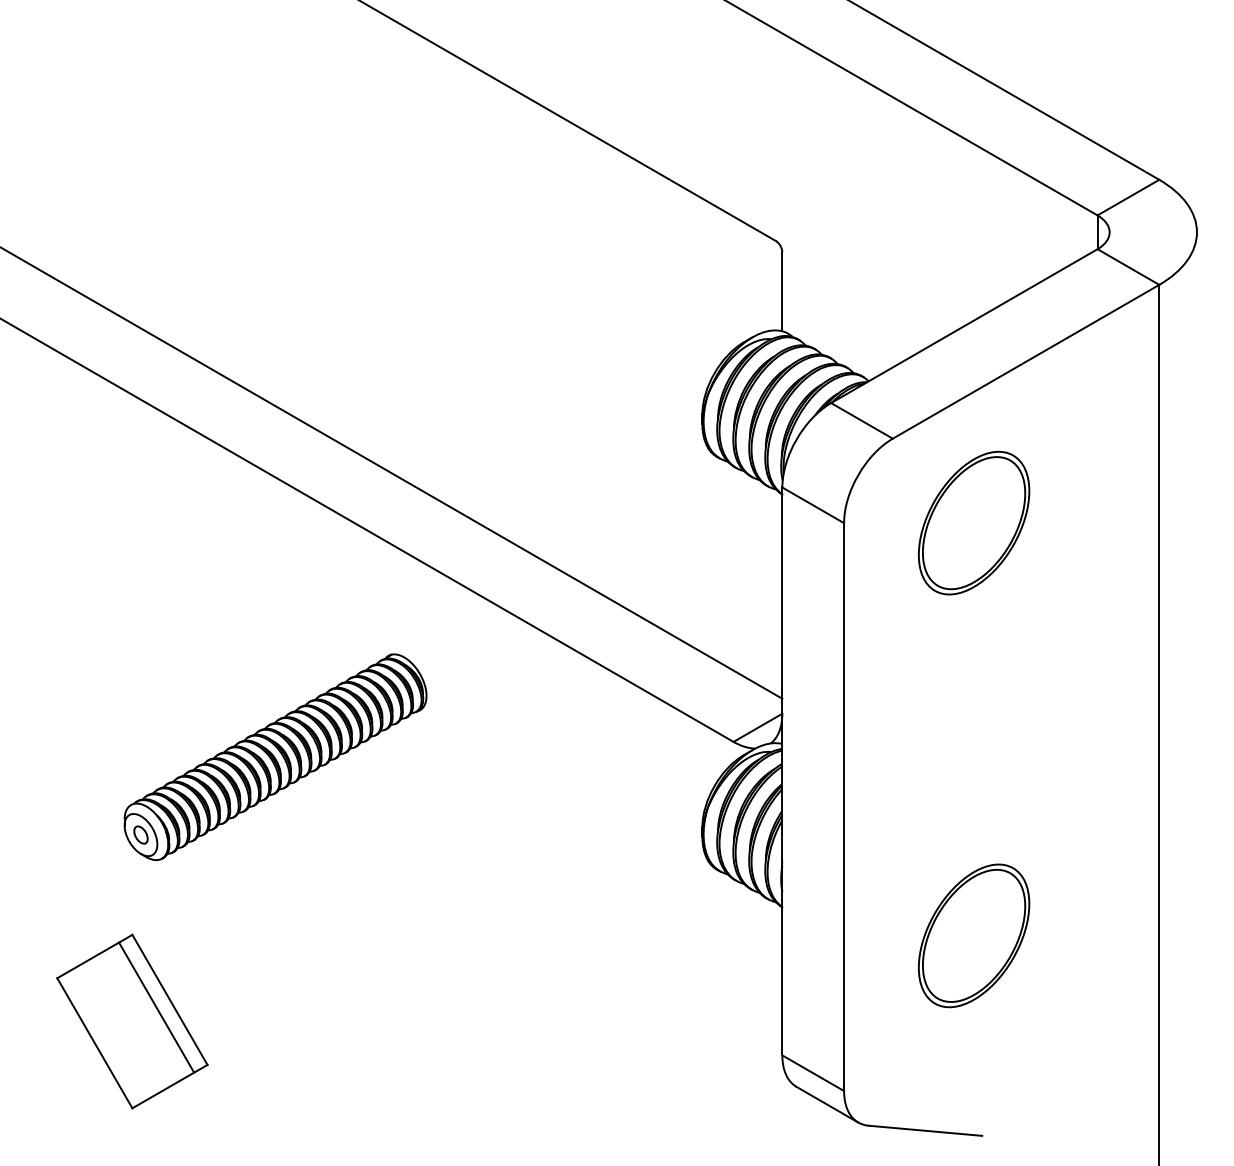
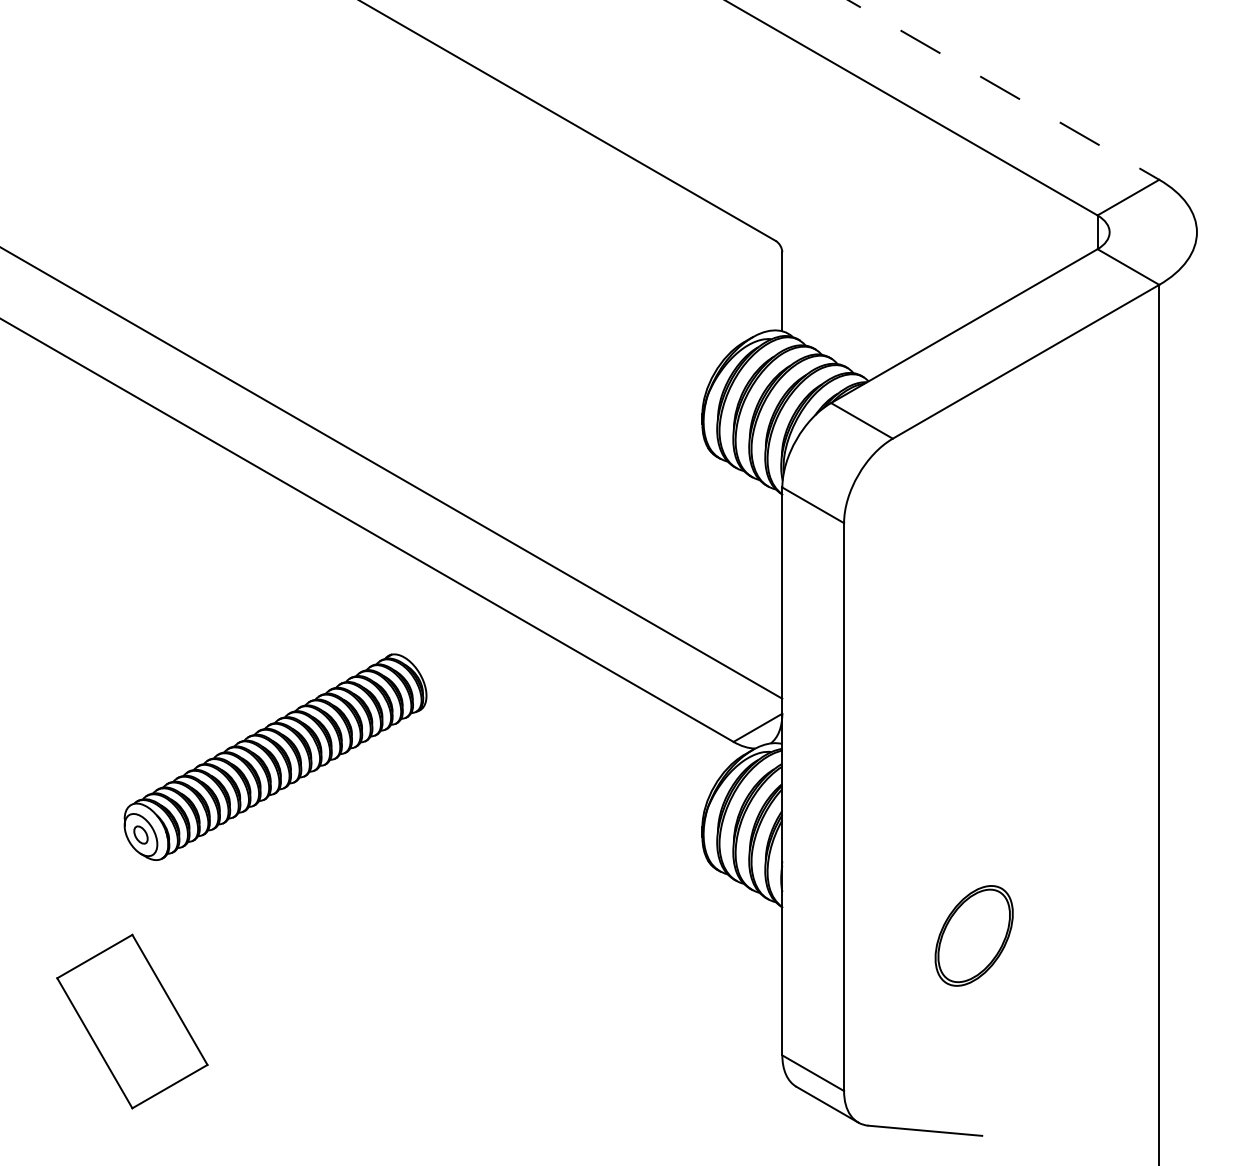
line at (1004, 90): solid -> dashed
part at (974, 522): present -> none
part at (974, 935) size: 113x146 px -> 80x102 px
line at (156, 1007): present -> none
